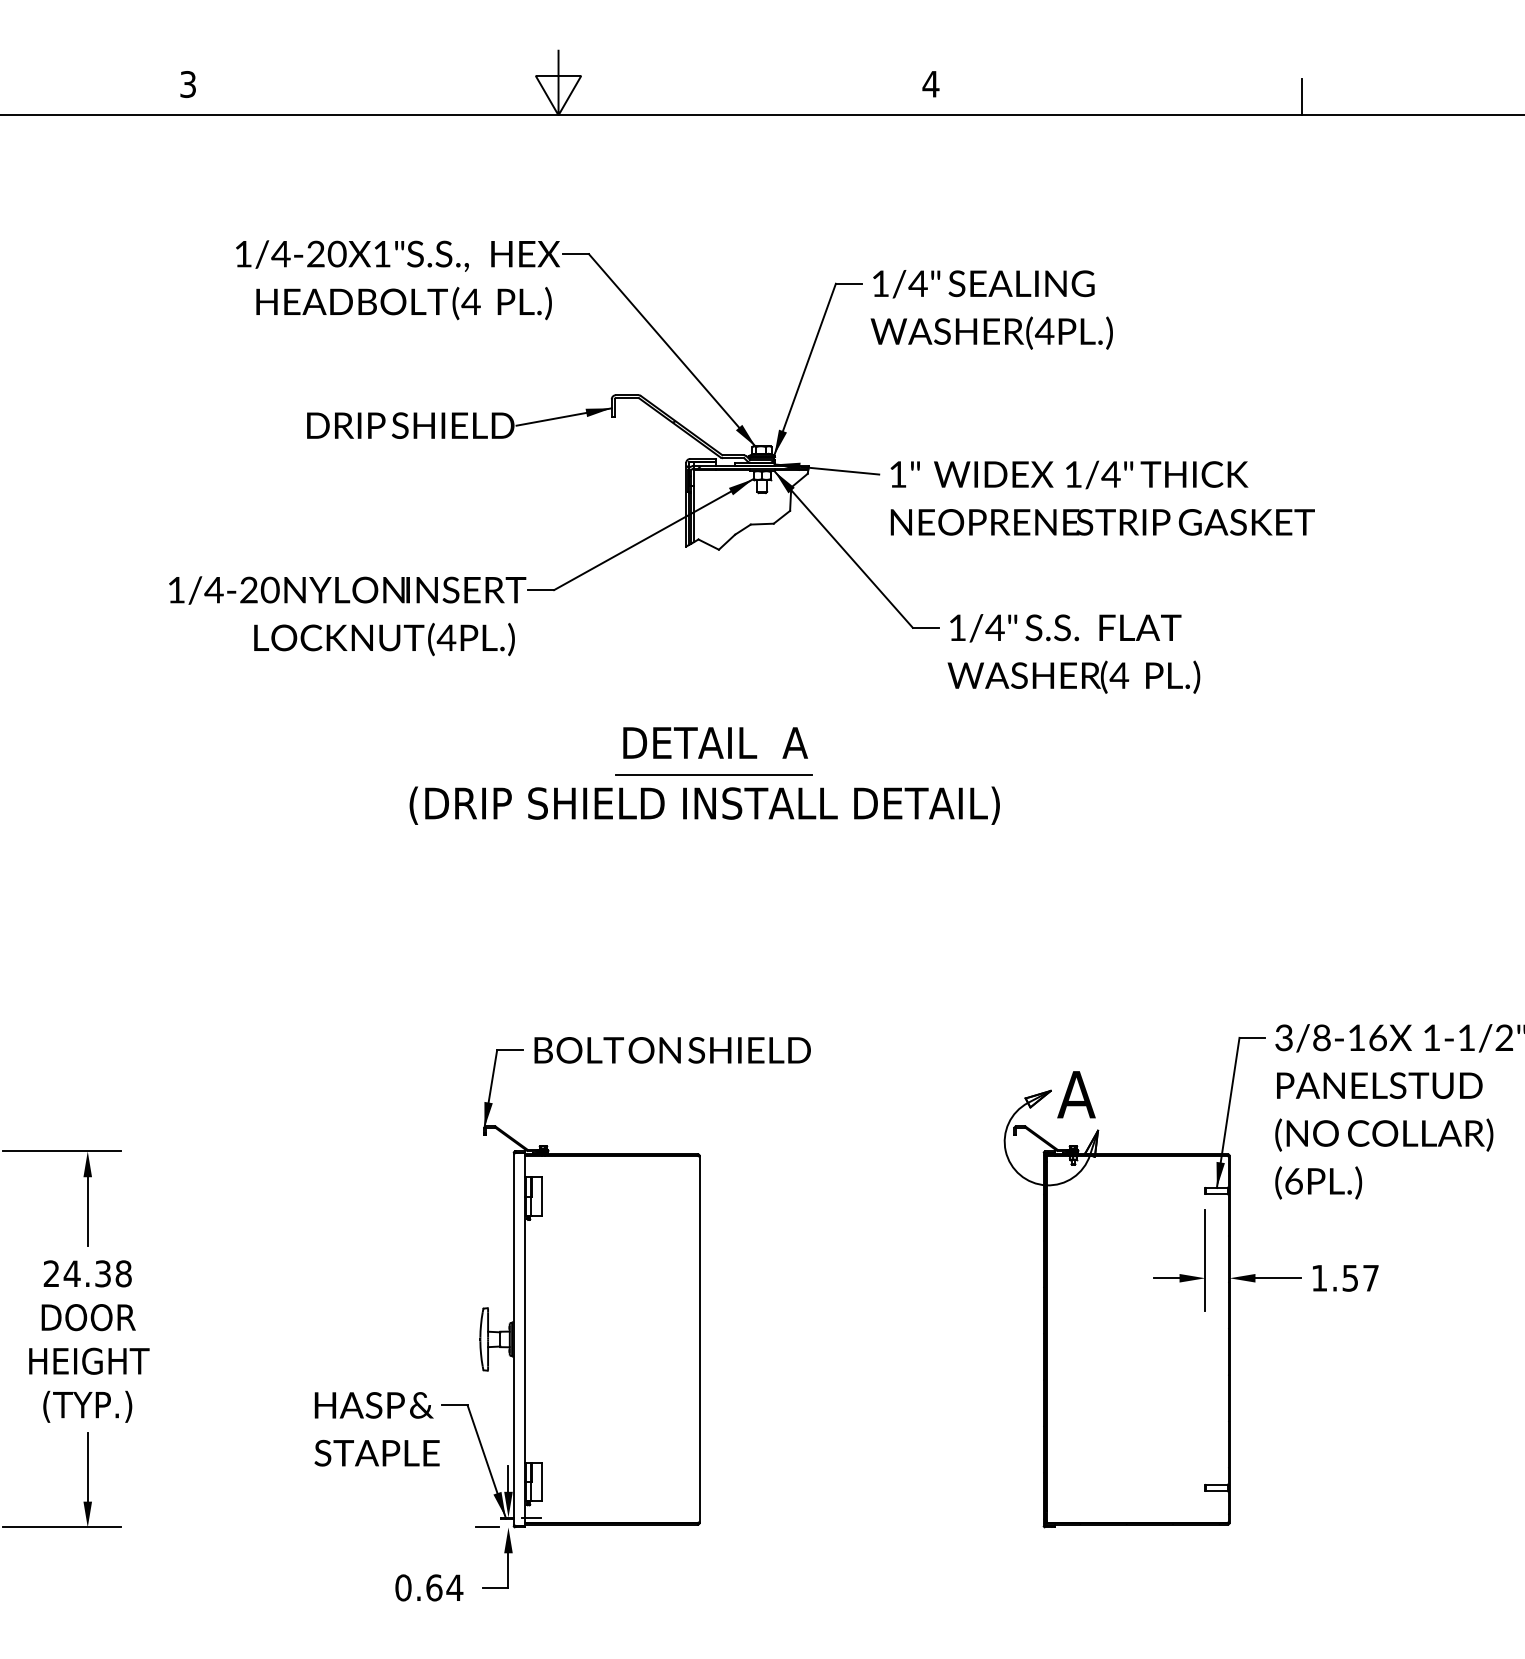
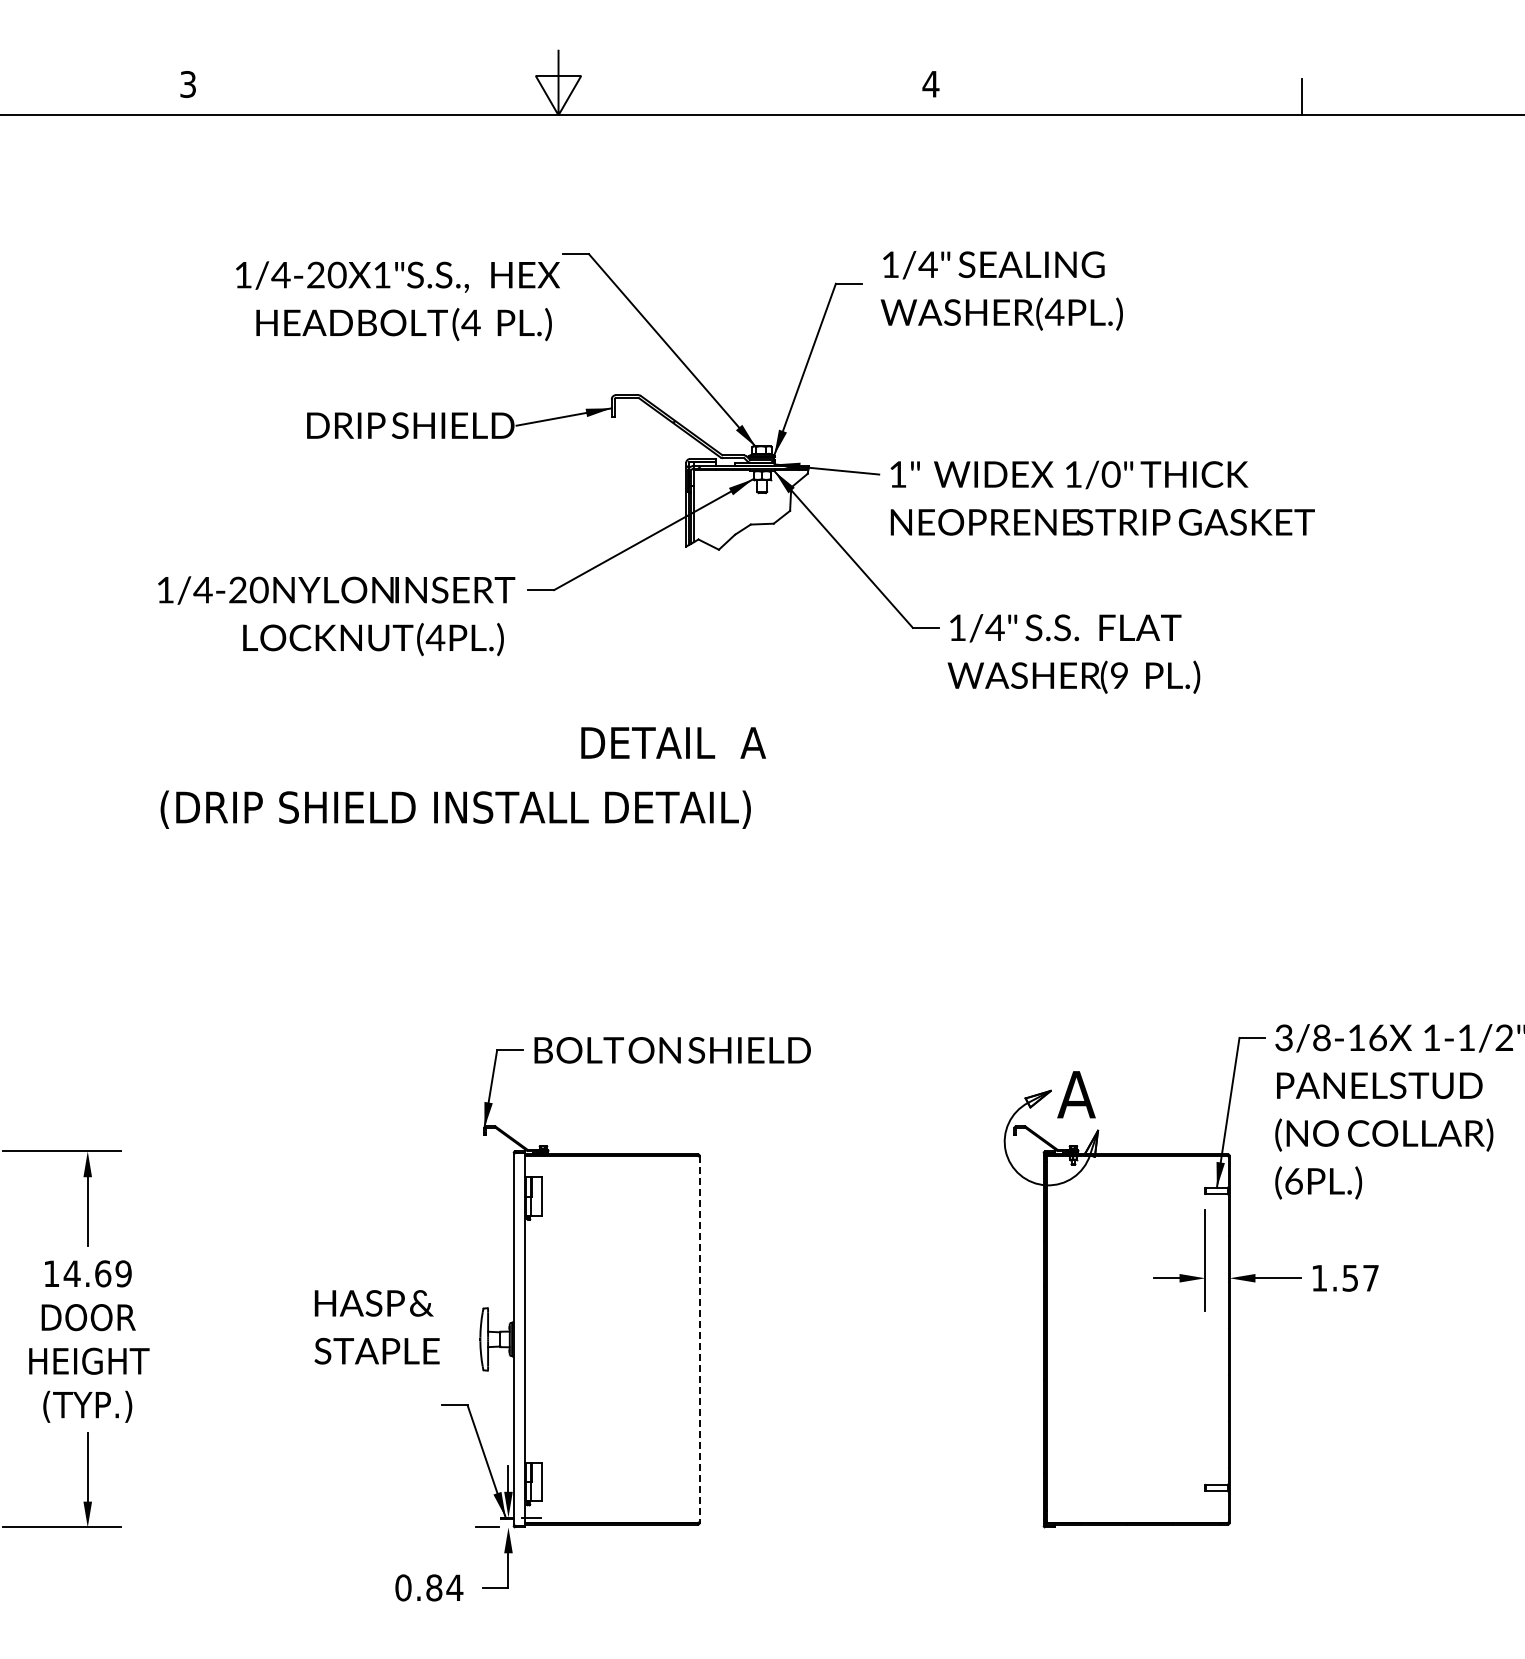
text at (397, 280) position: (397, 280) -> (397, 301)
text at (991, 309) position: (991, 309) -> (1001, 290)
text at (1110, 474): 1/4" -> 1/0"
text at (347, 616) position: (347, 616) -> (336, 616)
text at (1119, 675): (4 -> (9
text at (715, 742) position: (715, 742) -> (673, 742)
line at (714, 774): present -> none
text at (704, 805) position: (704, 805) -> (455, 809)
text at (87, 1273): 24.38 -> 14.69
line at (699, 1339): solid -> dashed
text at (376, 1429) position: (376, 1429) -> (376, 1327)
text at (434, 1587): 0.64 -> 0.84
